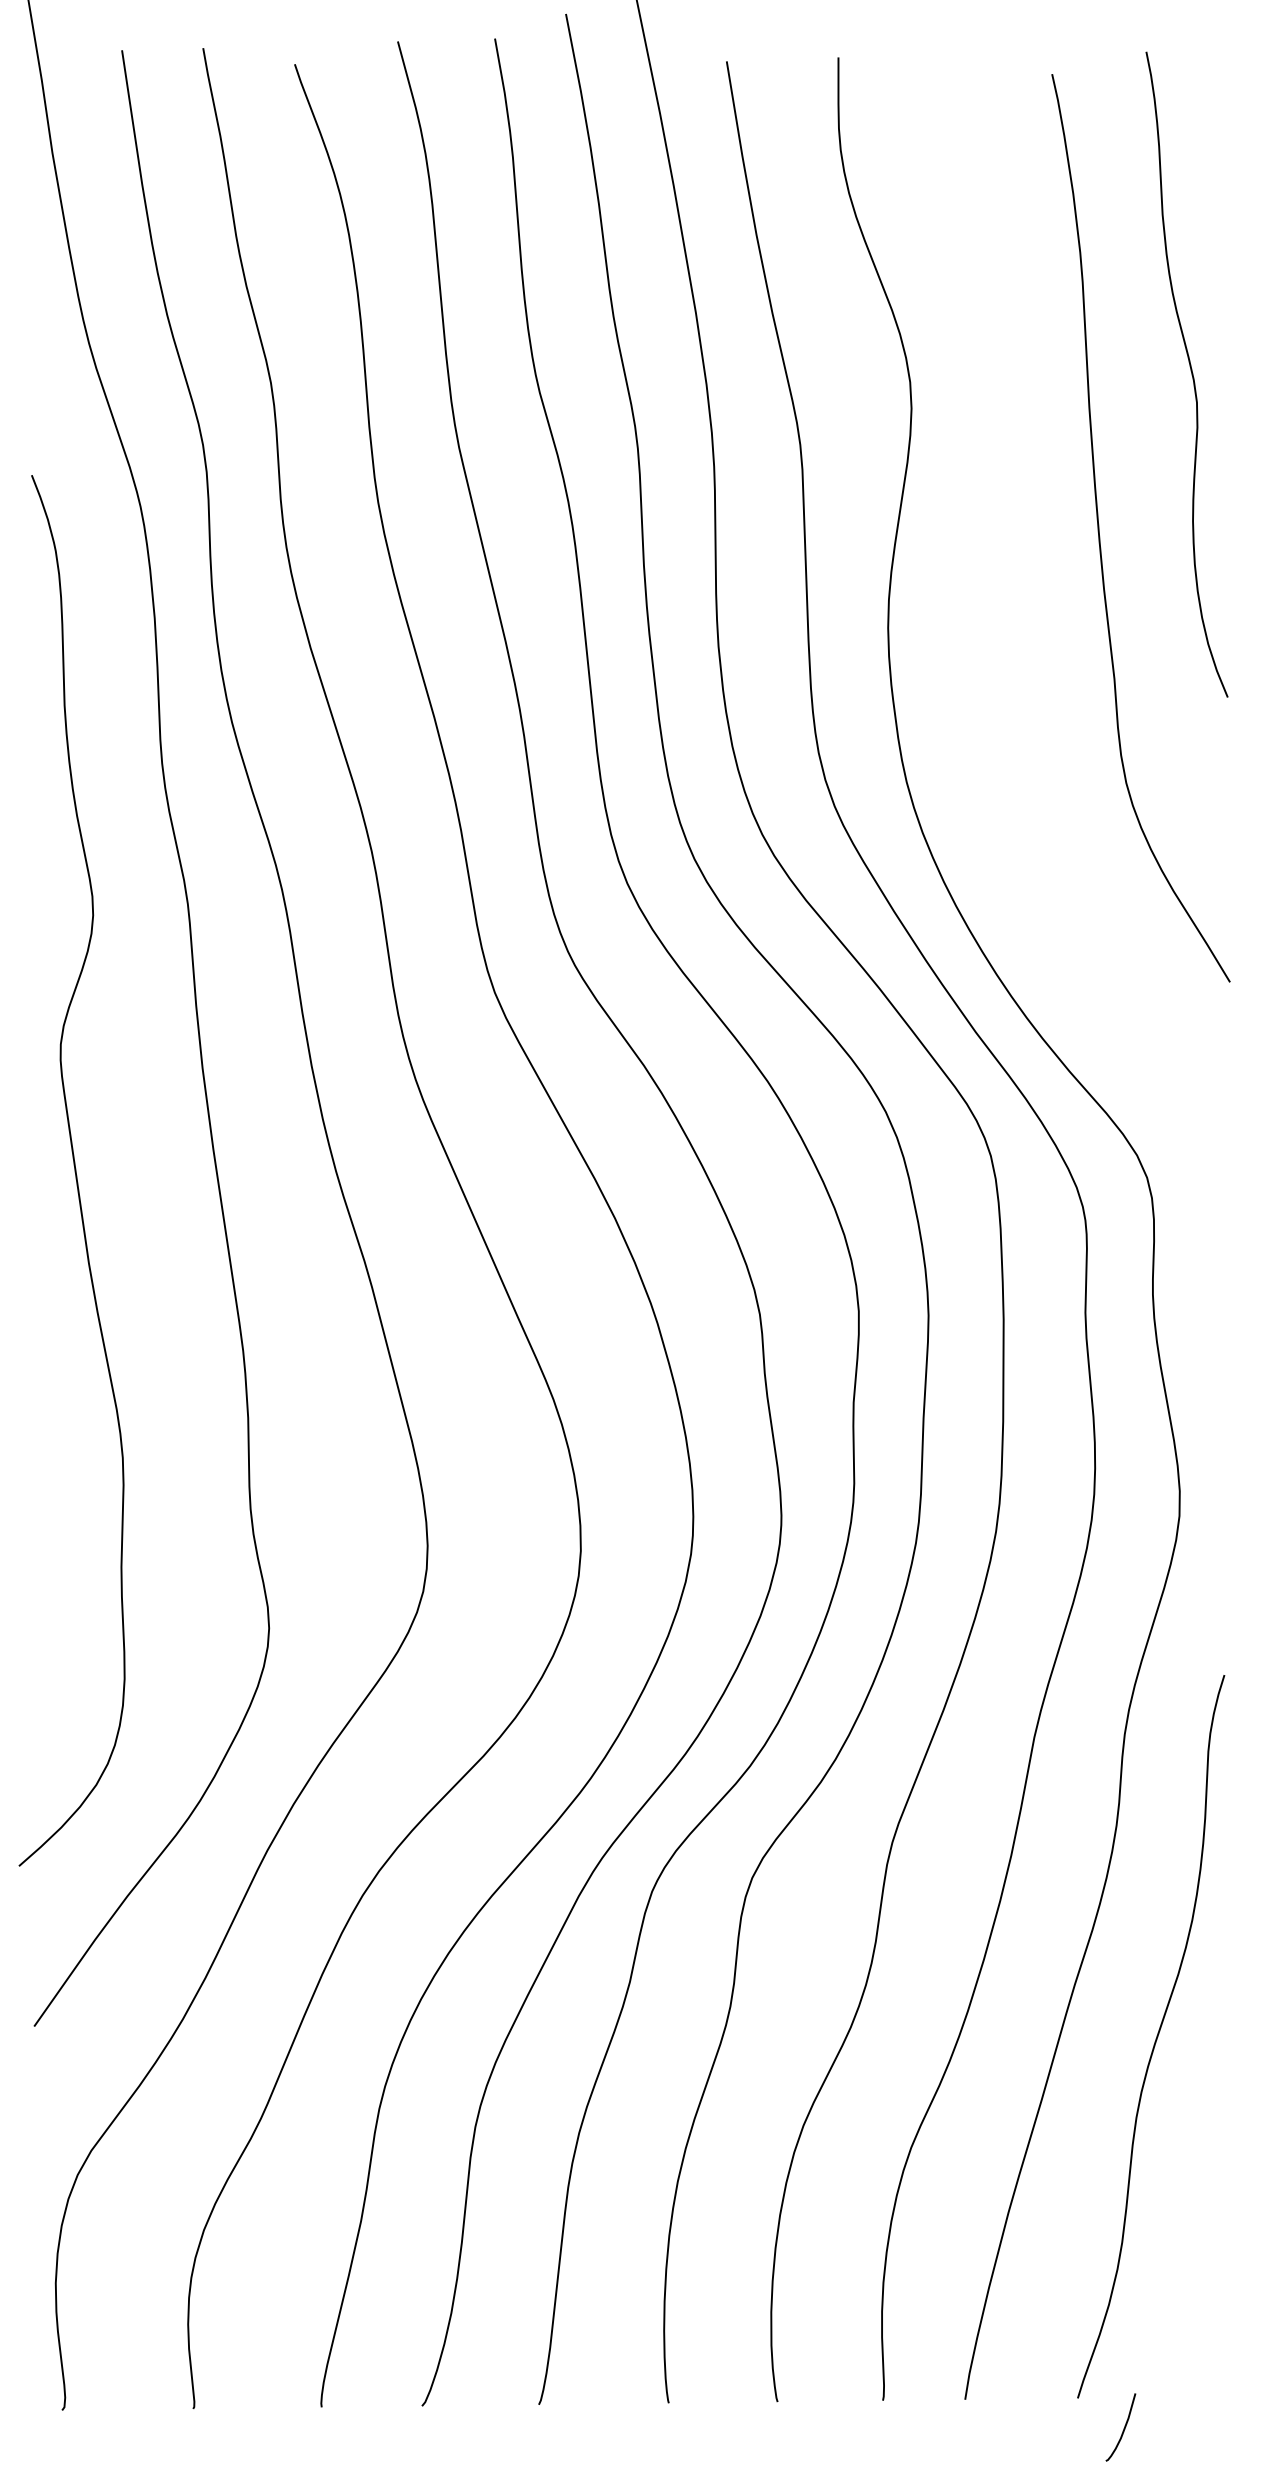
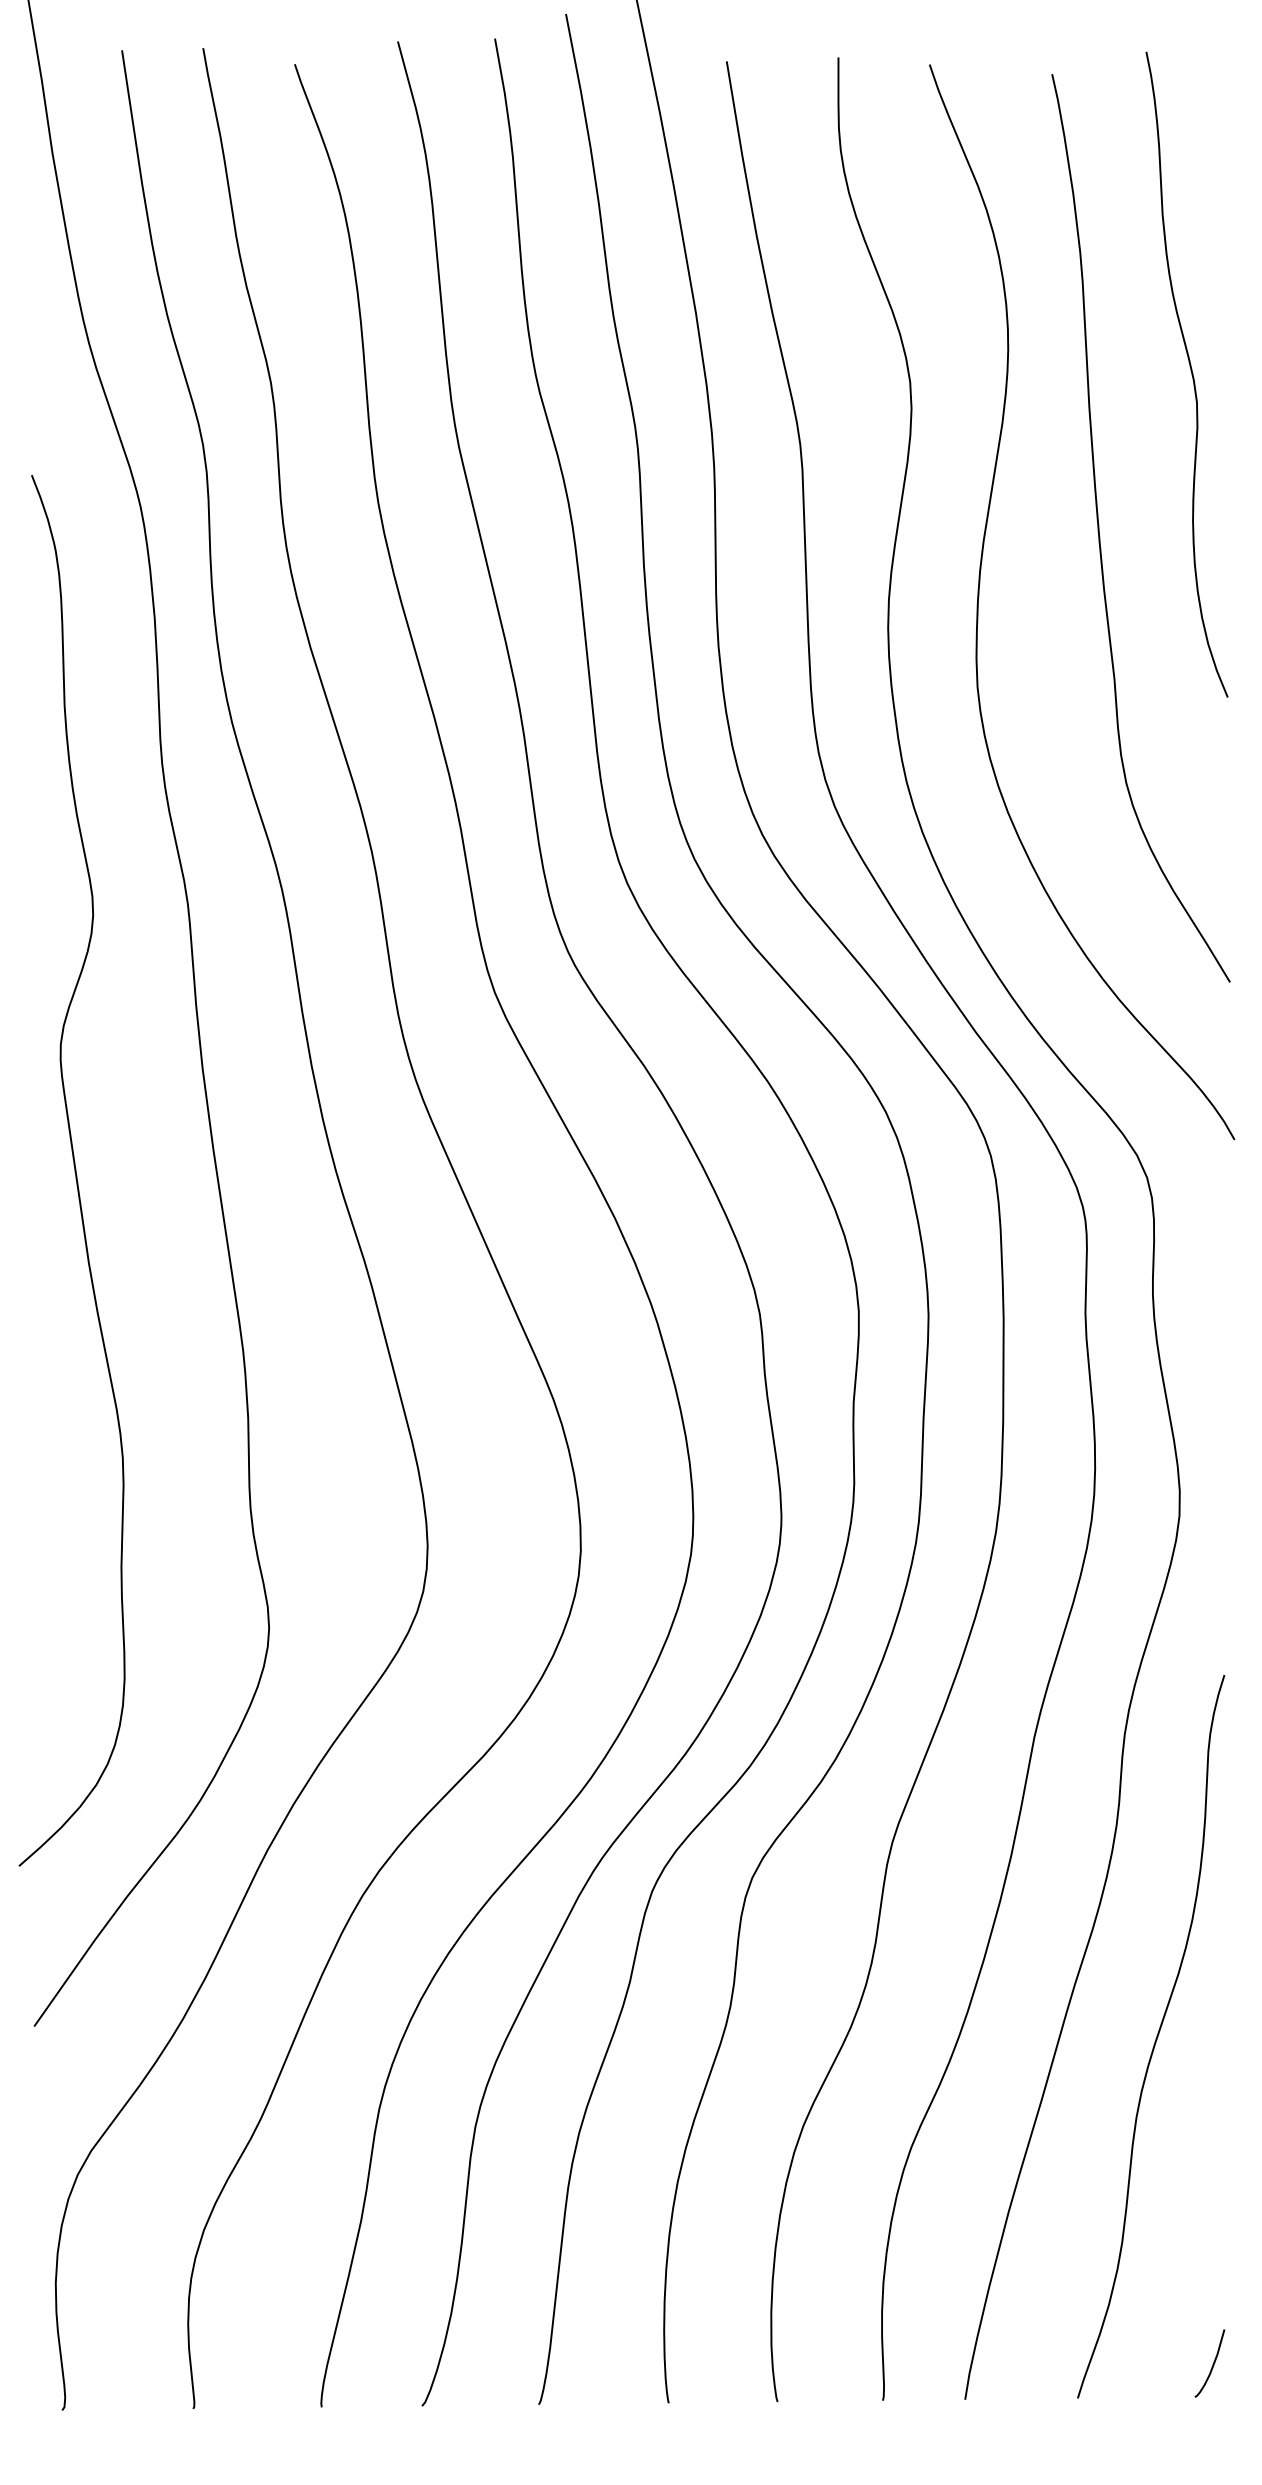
curve at (979, 597): none -> present
curve at (1123, 2428) position: (1123, 2428) -> (1212, 2364)
